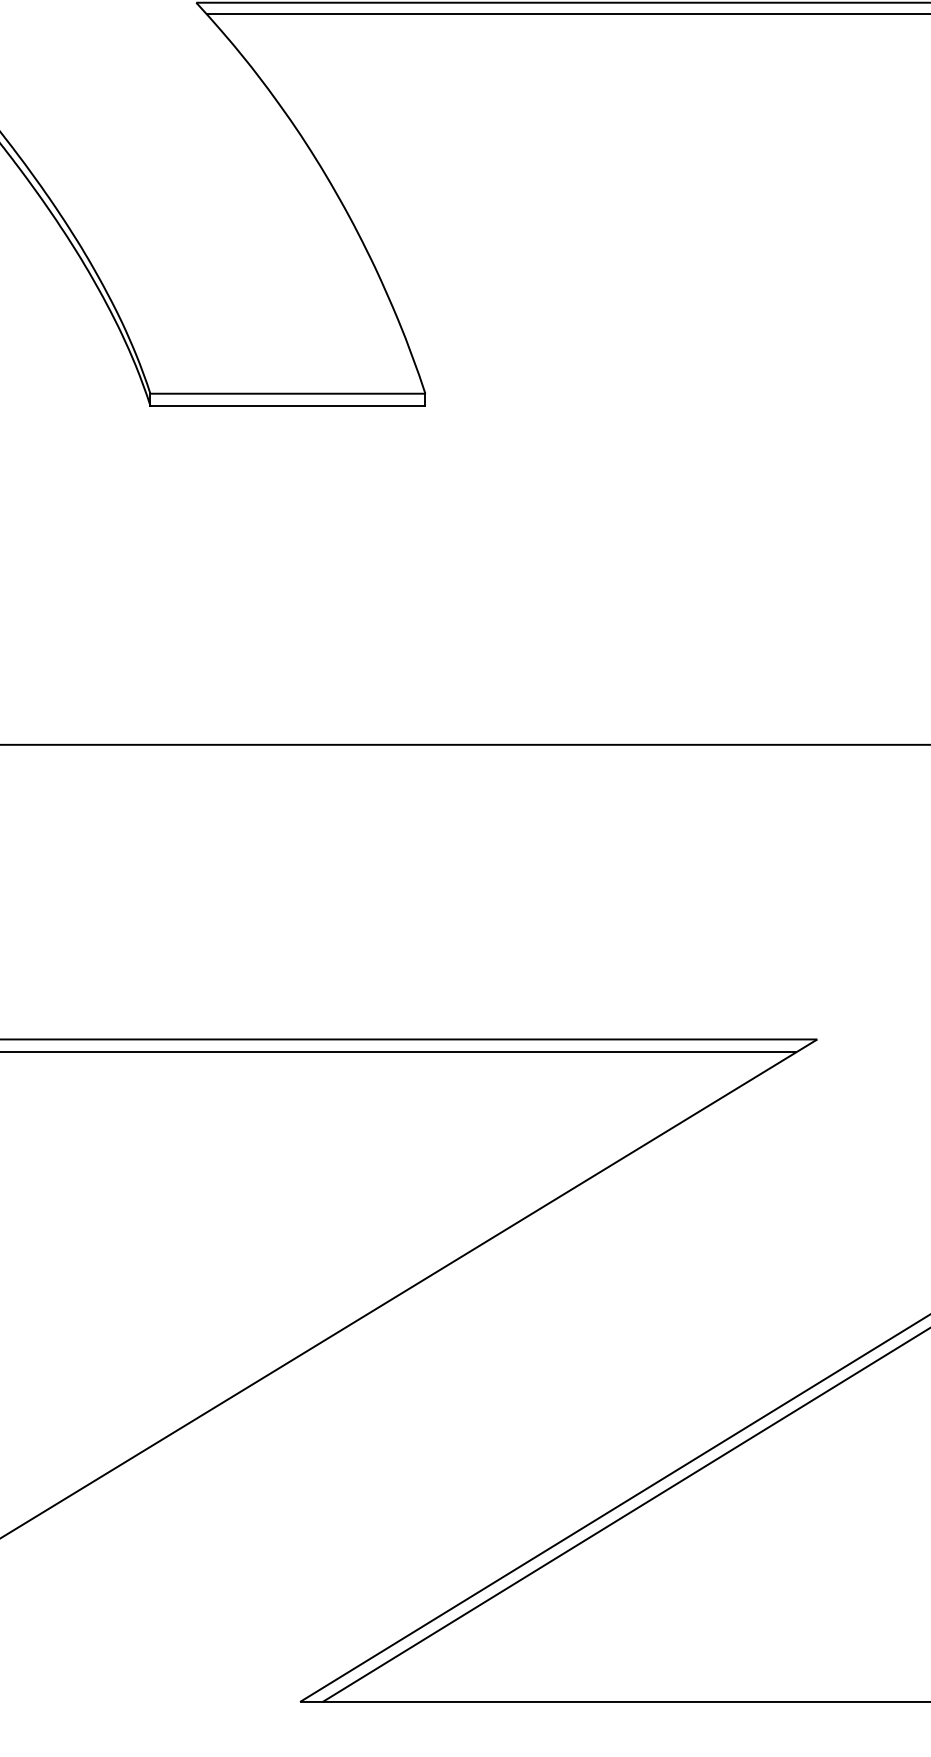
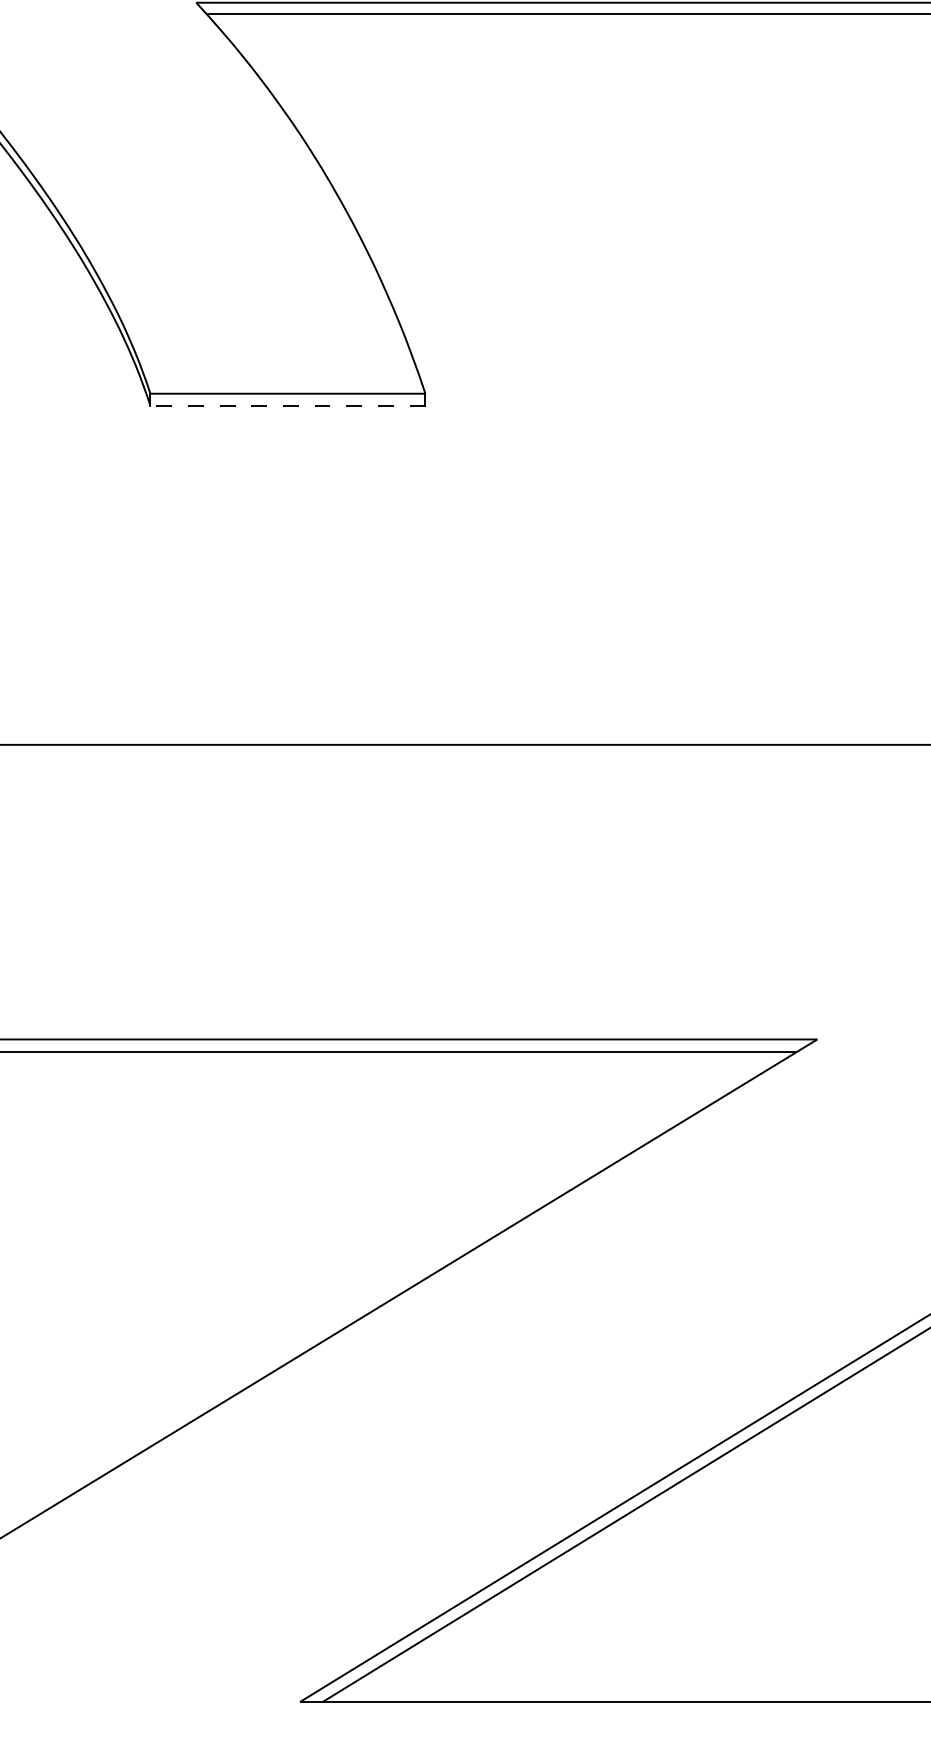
line at (287, 405): solid -> dashed
